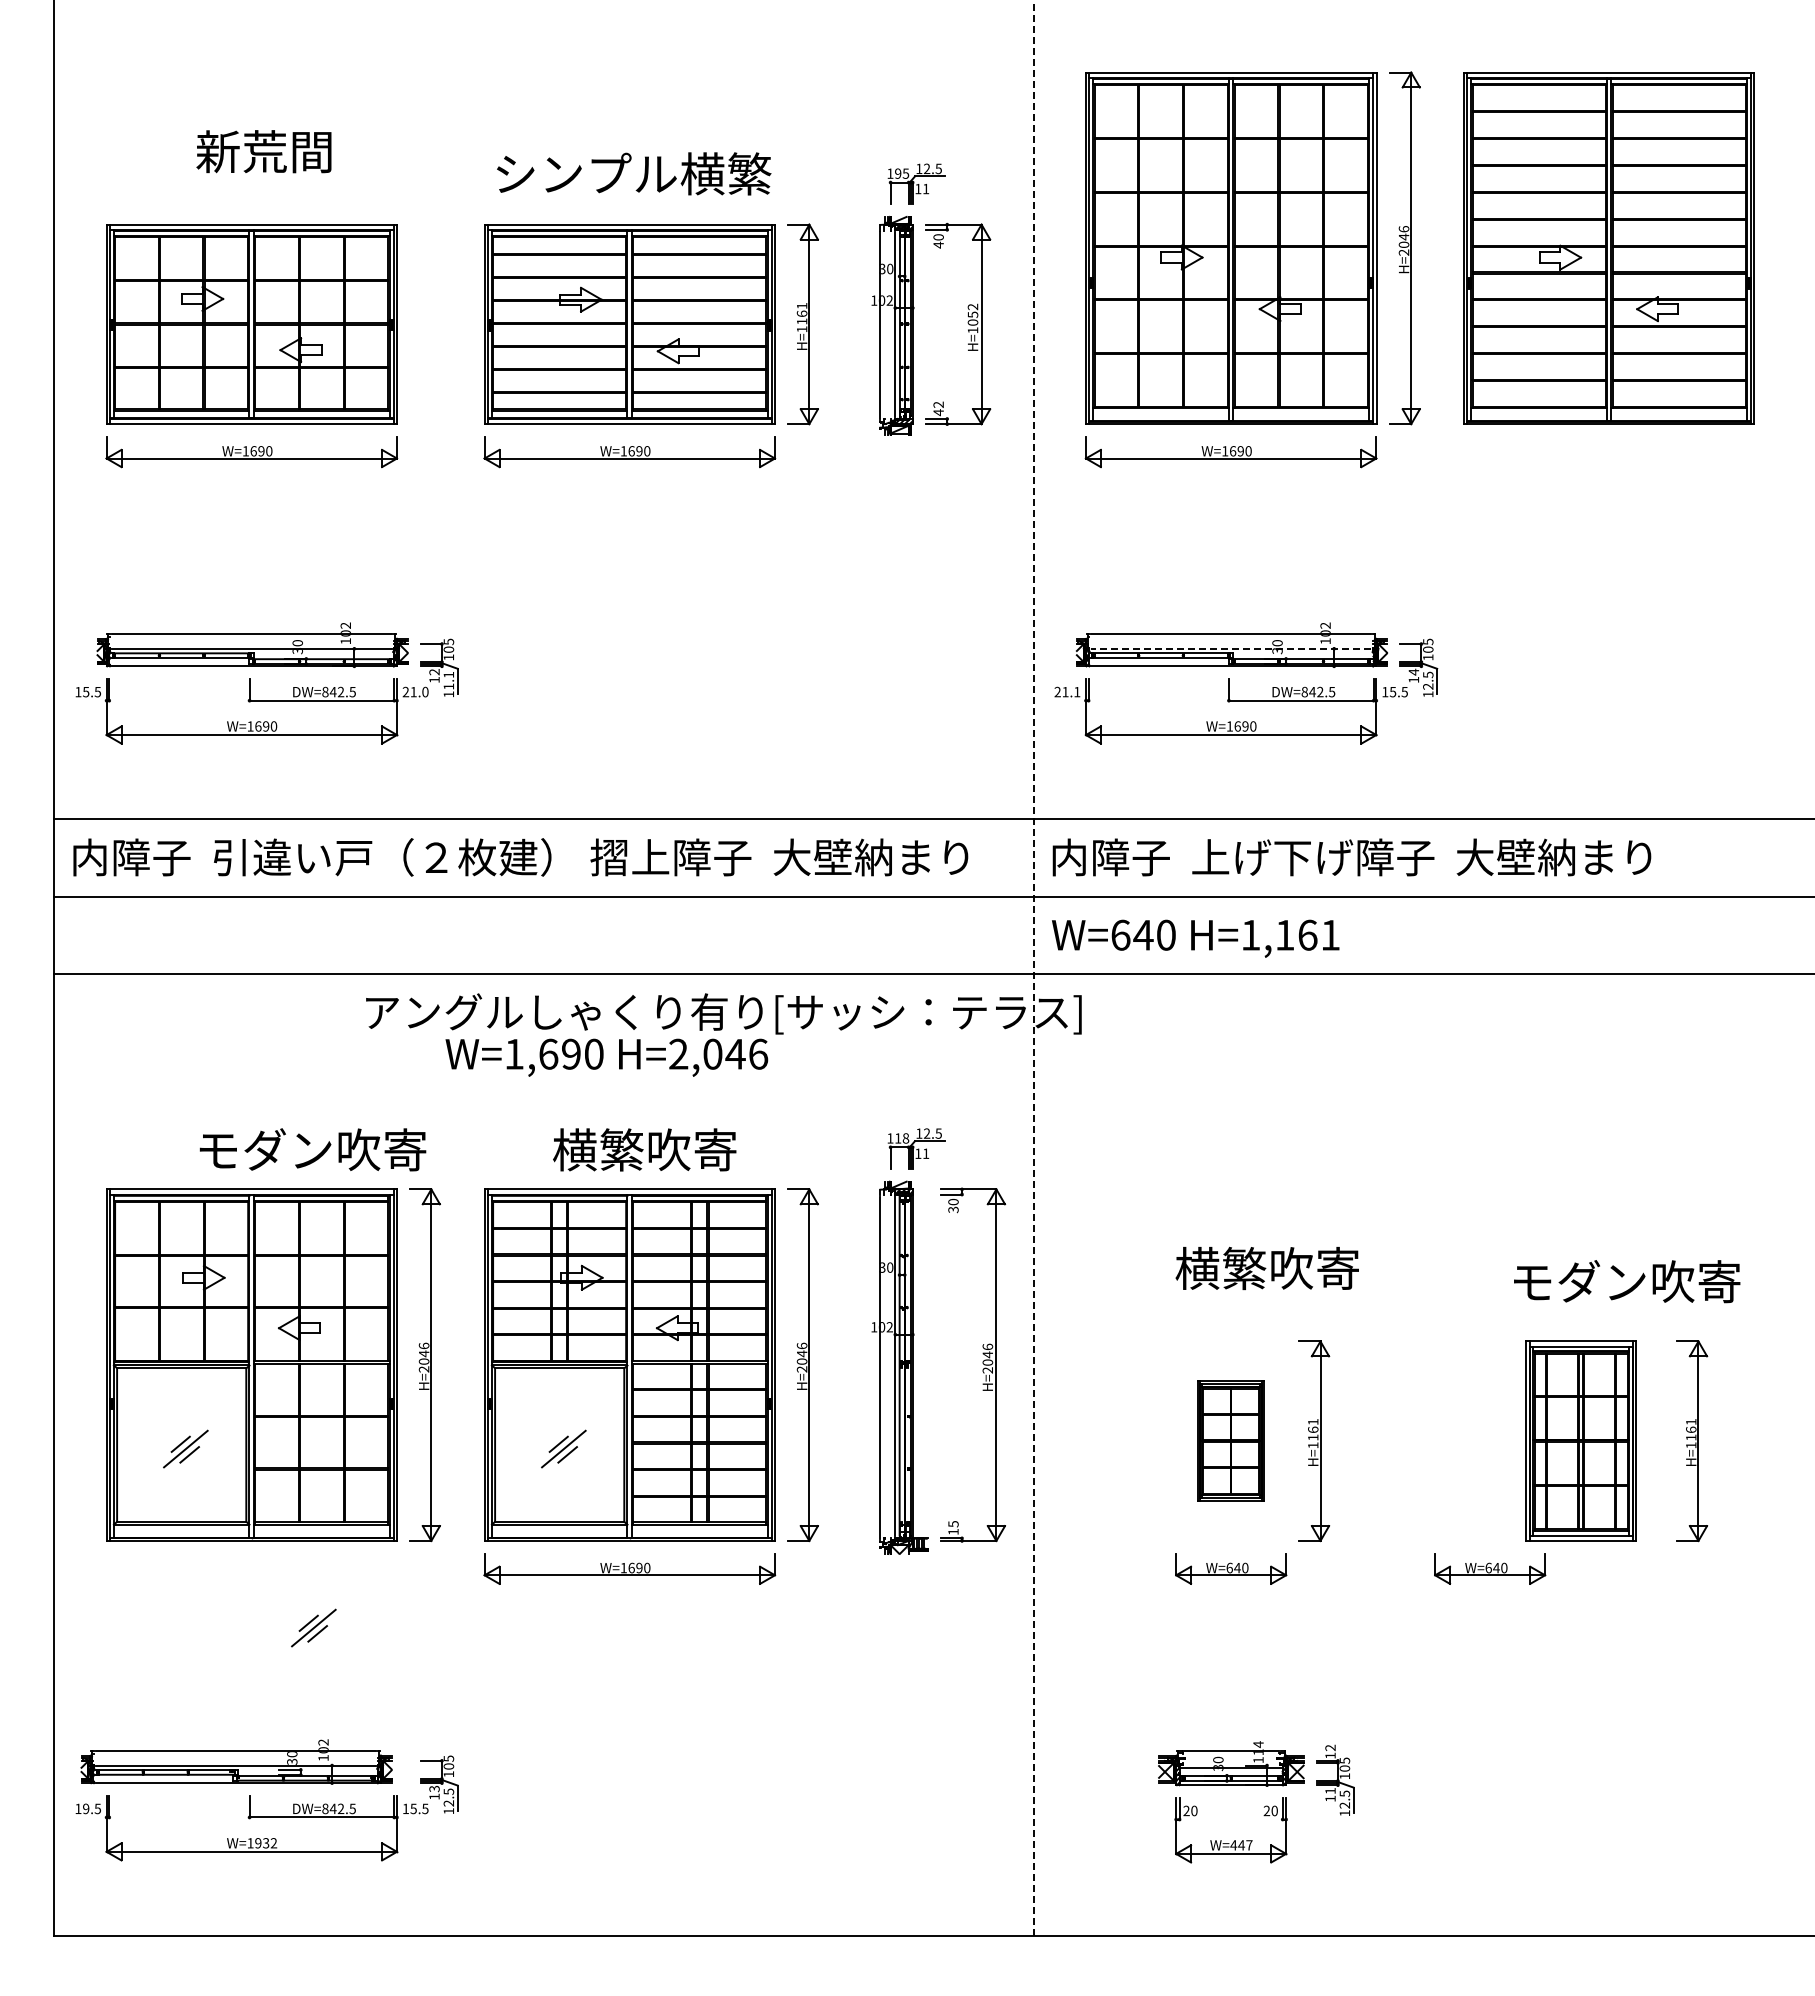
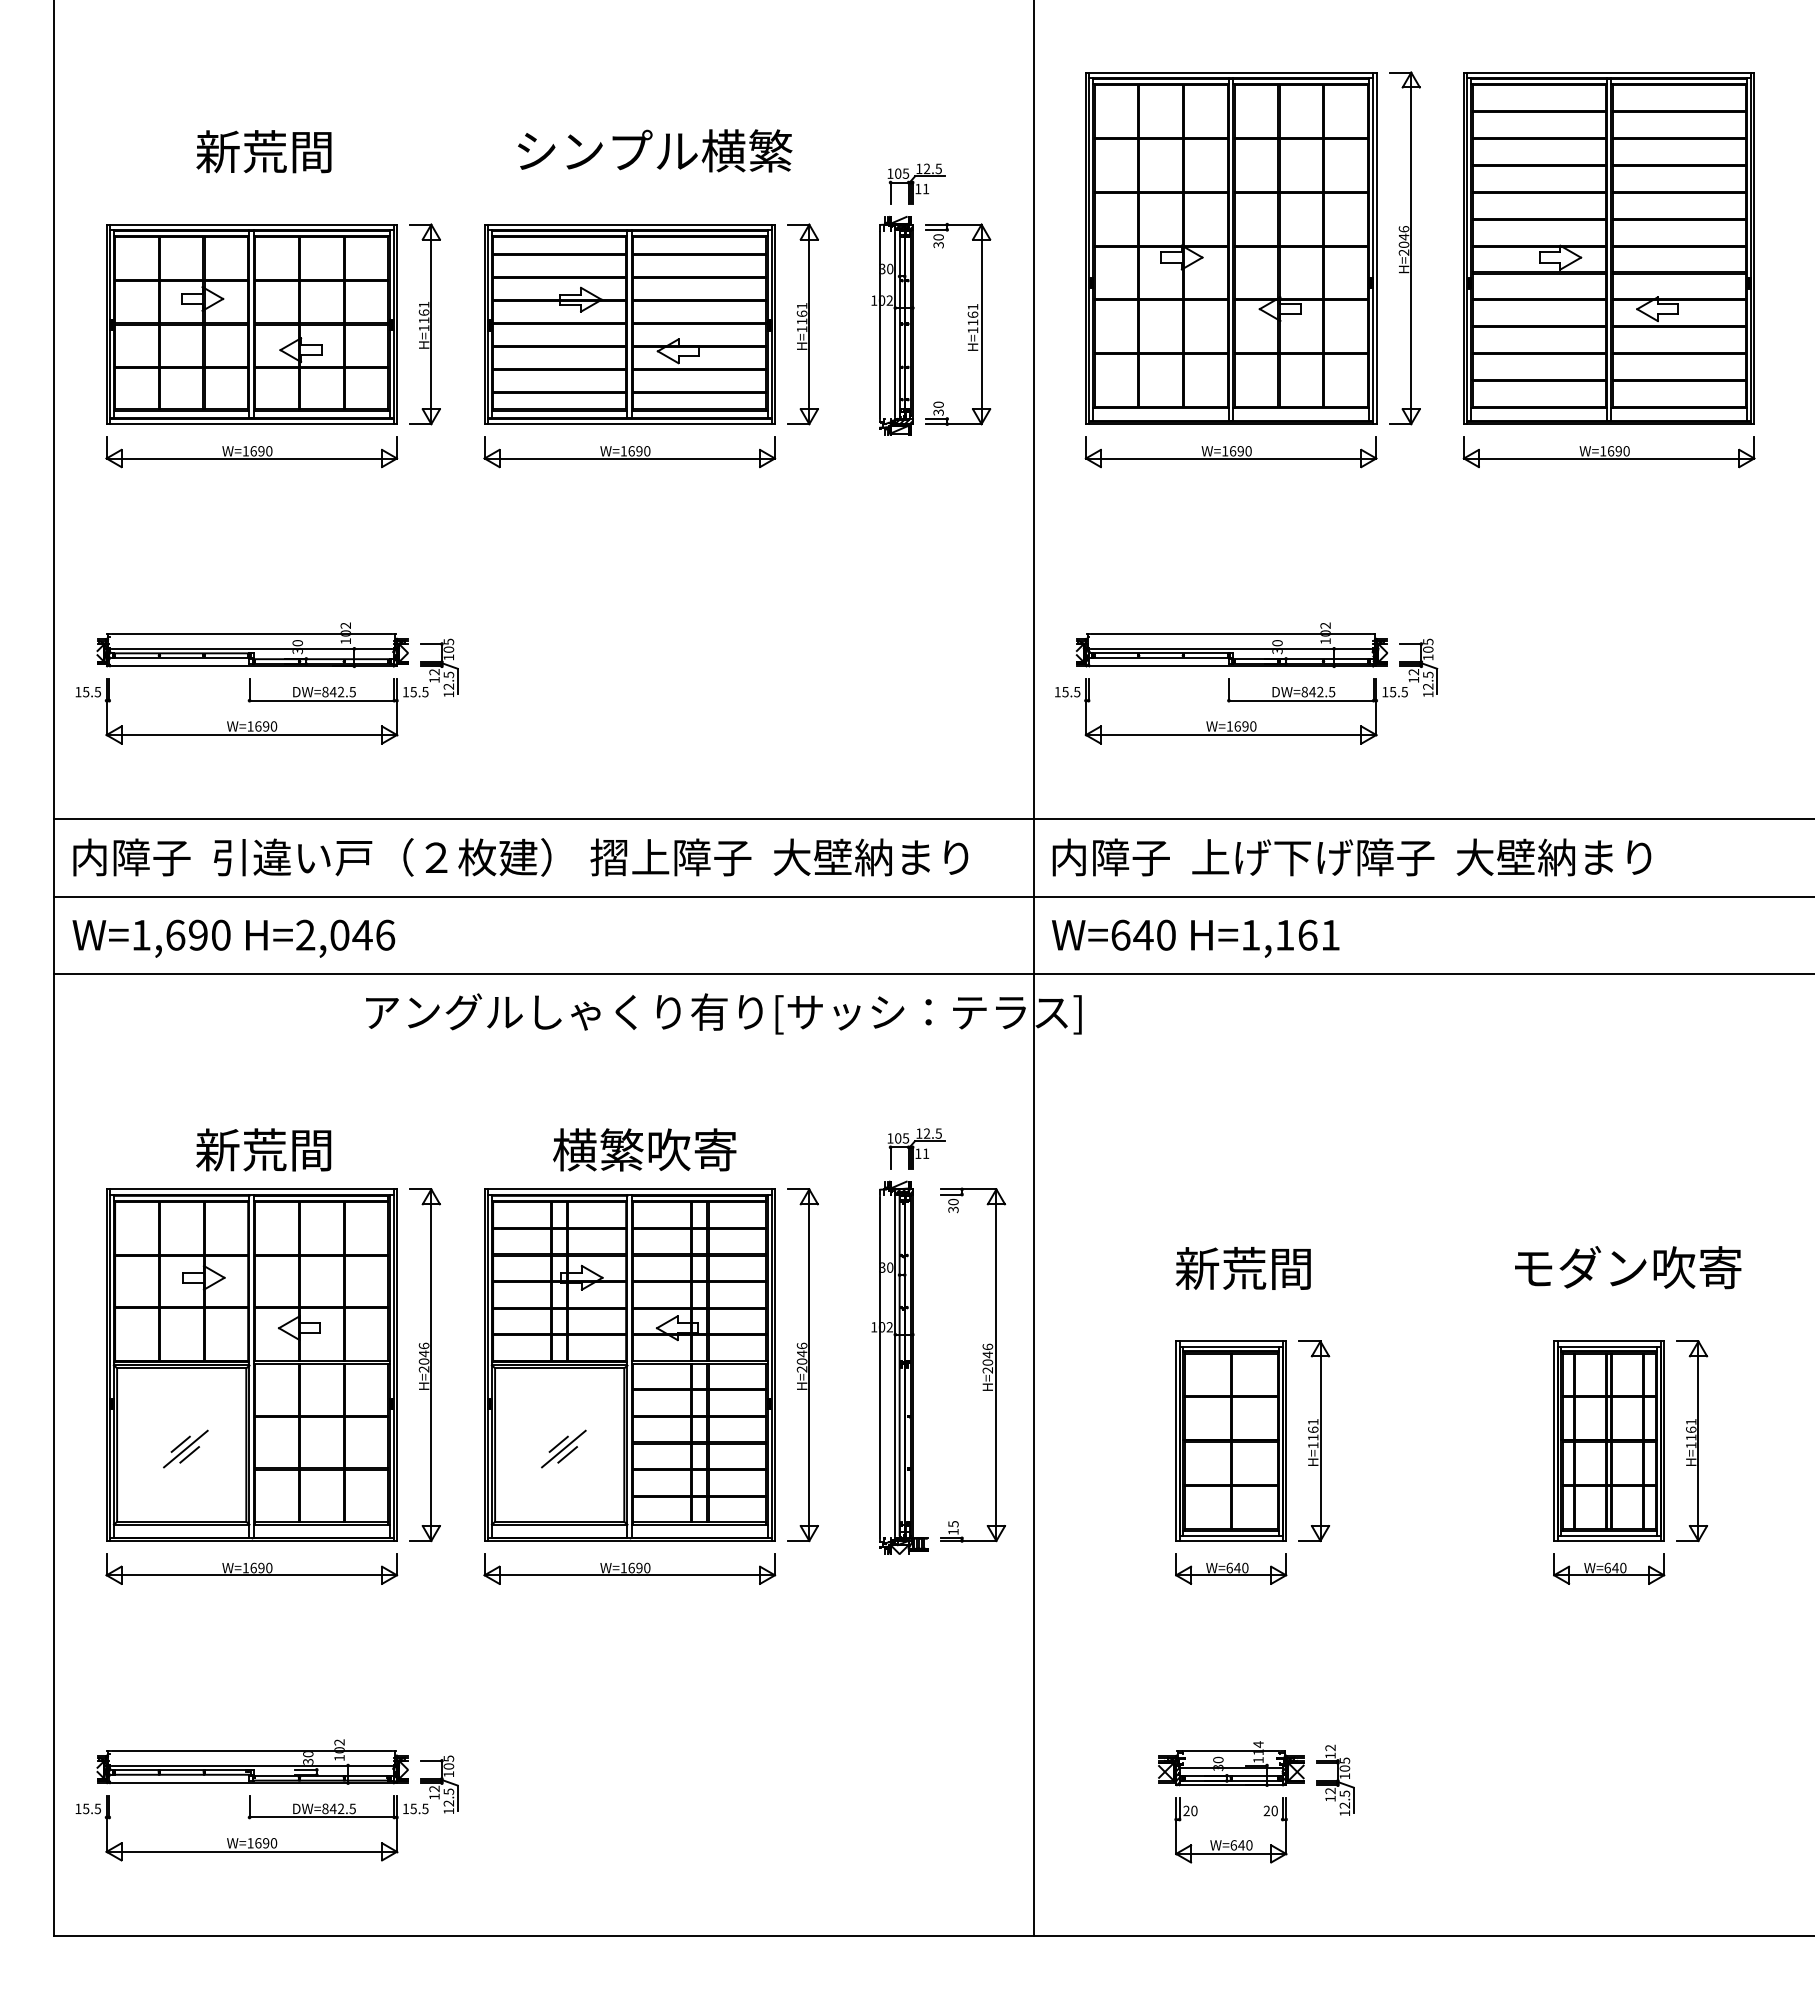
text at (634, 173) position: (634, 173) -> (655, 150)
text at (898, 173): 195 -> 105
text at (938, 244): 40 -> 30
text at (972, 314): H=1052 -> H=1161
part at (424, 324): none -> present
text at (938, 408): 42 -> 30
part at (1608, 452): none -> present
line at (1230, 648): dashed -> solid
text at (1413, 671): 14 -> 12
text at (448, 680): 11.1 -> 12.5
text at (415, 691): 21.0 -> 15.5
text at (1067, 691): 21.1 -> 15.5
line at (1033, 968): dashed -> solid
text at (606, 1057) position: (606, 1057) -> (233, 938)
text at (902, 1138): 118 -> 105
text at (311, 1149): モダン吹寄 -> 新荒間
text at (1266, 1268): 横繁吹寄 -> 新荒間
text at (1627, 1281) position: (1627, 1281) -> (1628, 1267)
part at (1230, 1440) size: 68x122 px -> 112x202 px
part at (1580, 1440) position: (1580, 1440) -> (1608, 1440)
part at (251, 1568): none -> present
part at (1490, 1568) position: (1490, 1568) -> (1609, 1568)
part at (313, 1627): present -> none
part at (236, 1761) position: (236, 1761) -> (252, 1761)
text at (434, 1788): 13 -> 12
text at (1330, 1790): 11 -> 12
text at (86, 1808): 19.5 -> 15.5
text at (266, 1843): W=1932 -> W=1690
text at (1241, 1845): W=447 -> W=640
